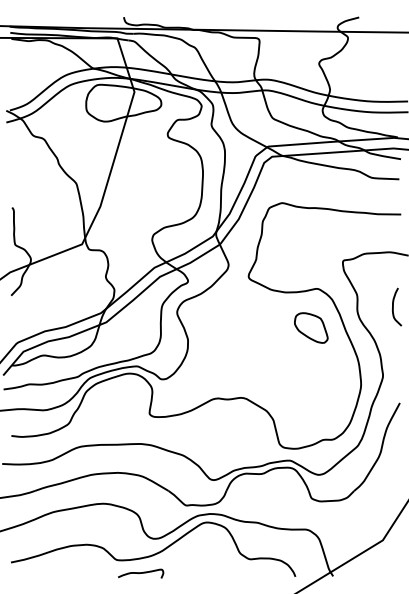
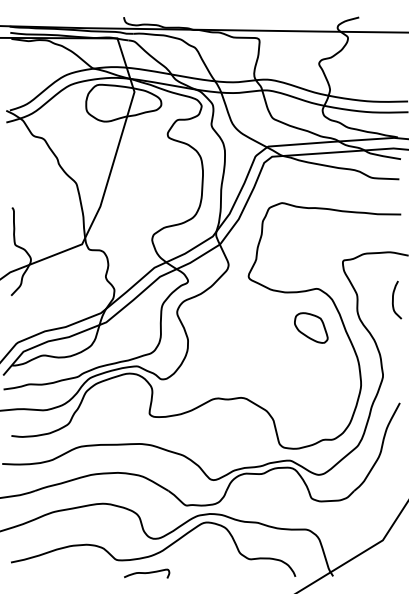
curve at (393, 306) position: (393, 306) -> (393, 299)
curve at (141, 573) position: (141, 573) -> (147, 573)
